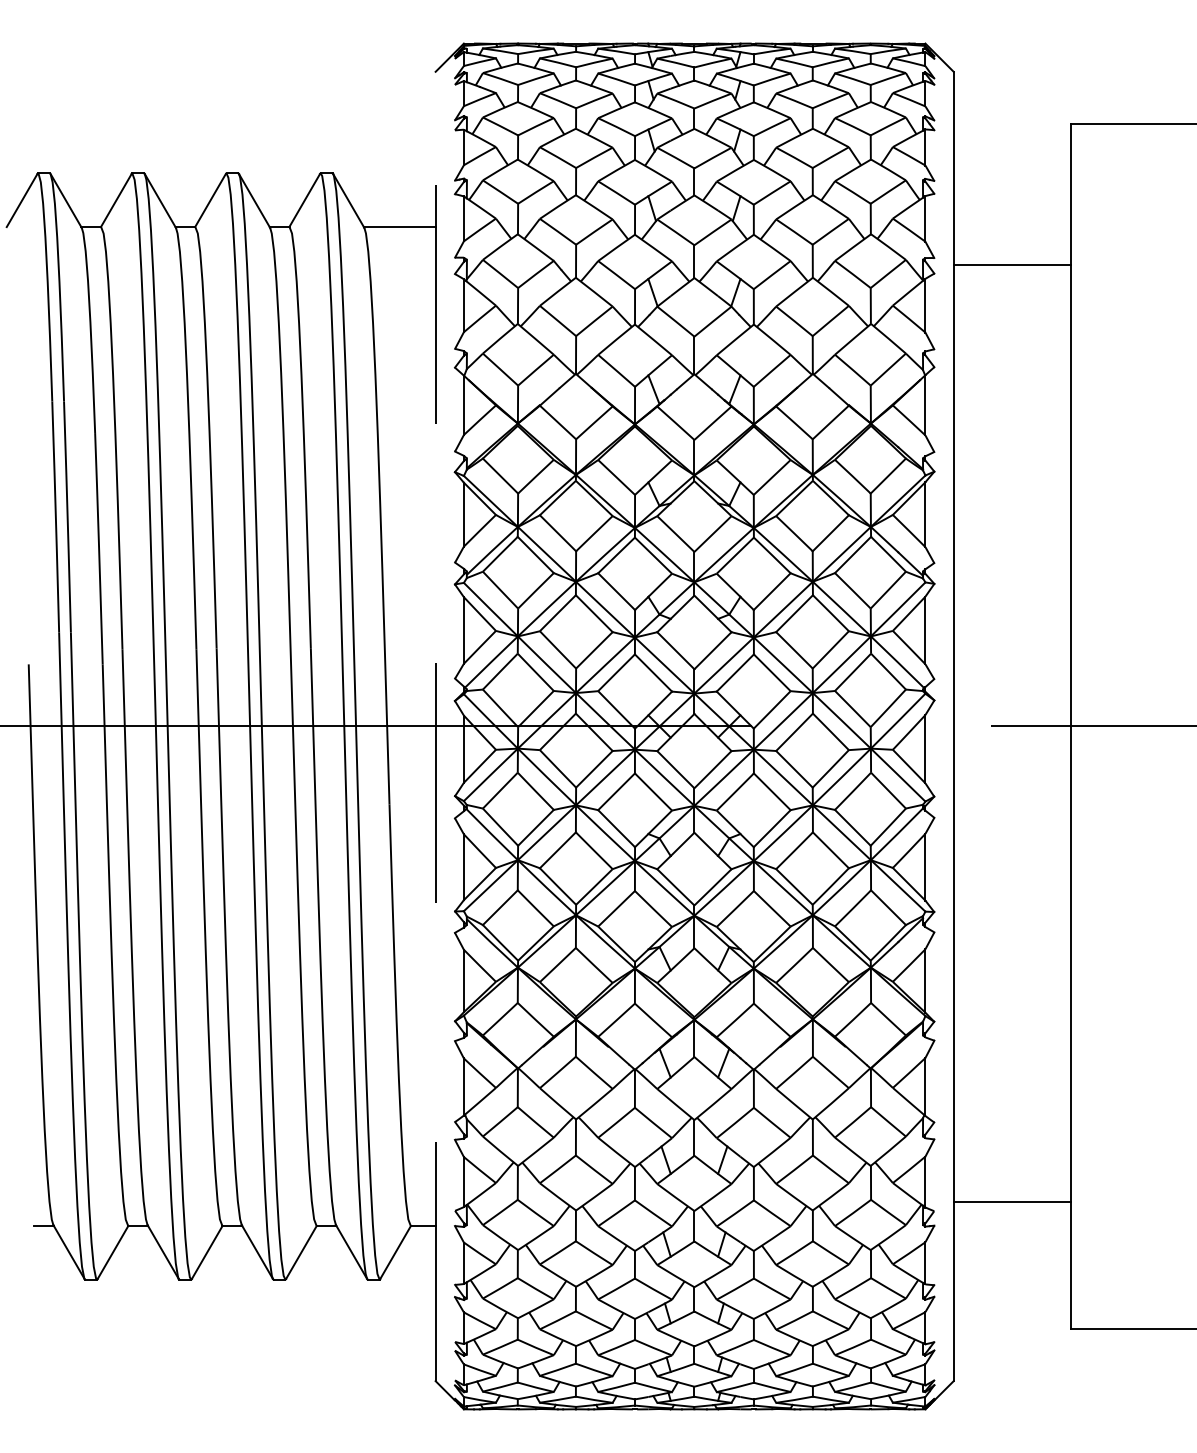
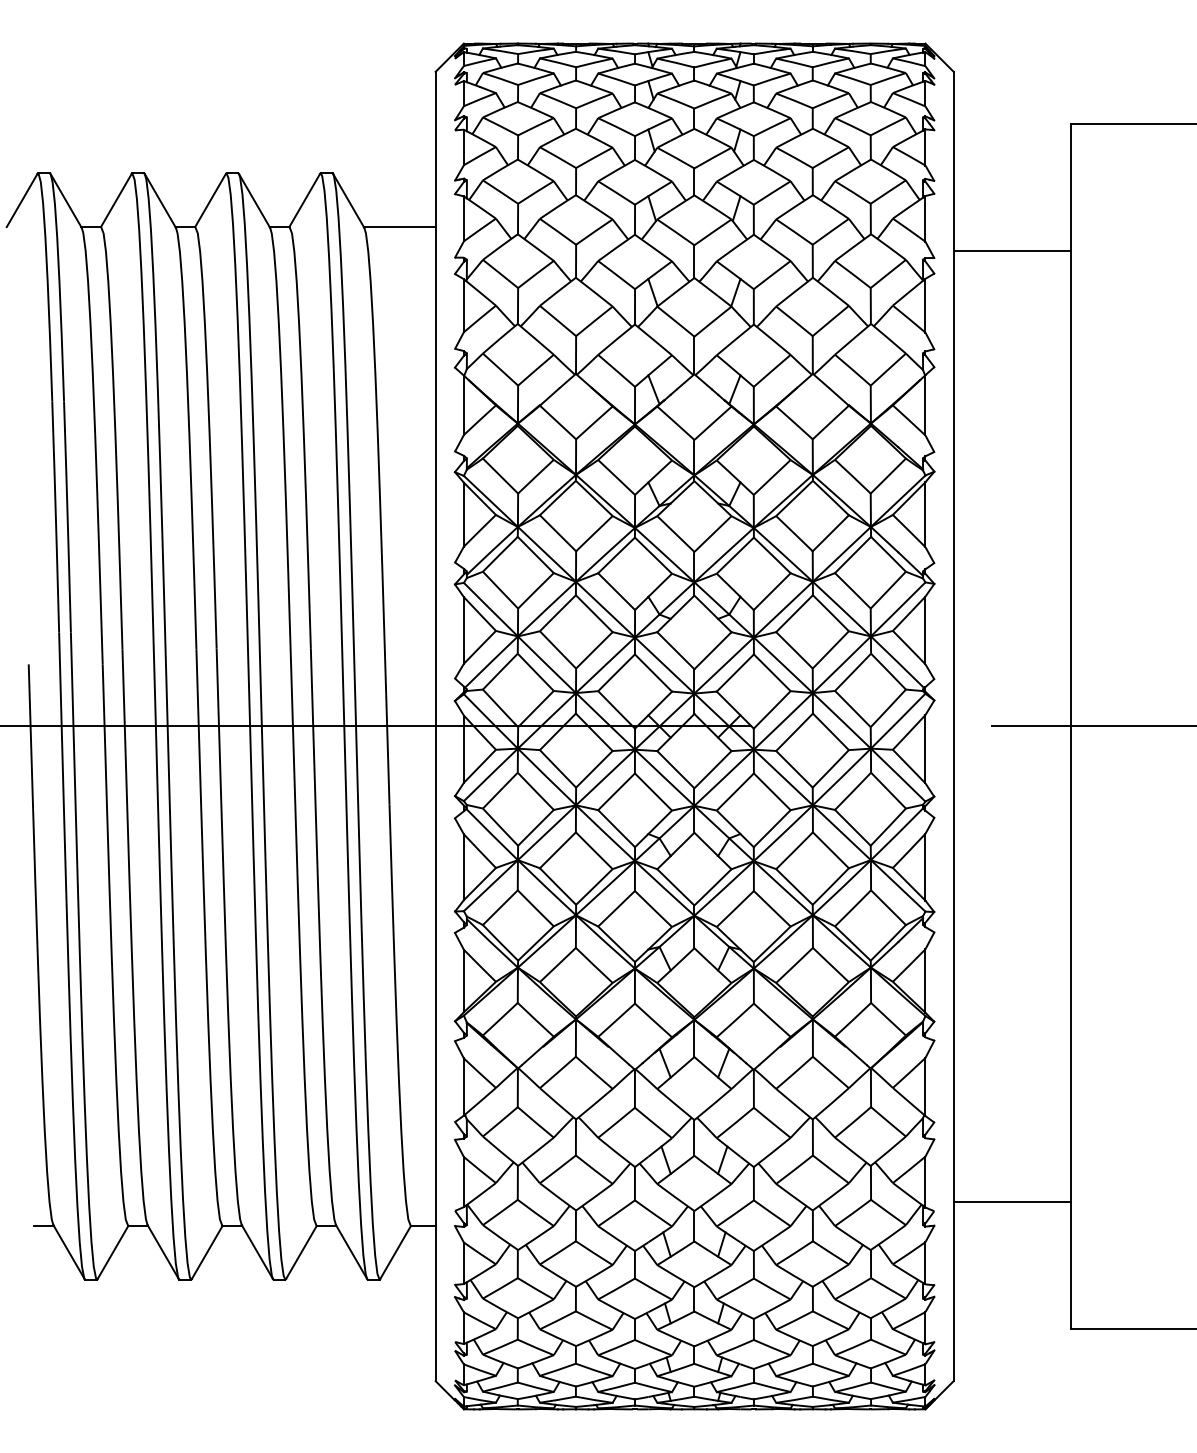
line at (1012, 264) position: (1012, 264) -> (1012, 250)
line at (435, 726): dashed -> solid
